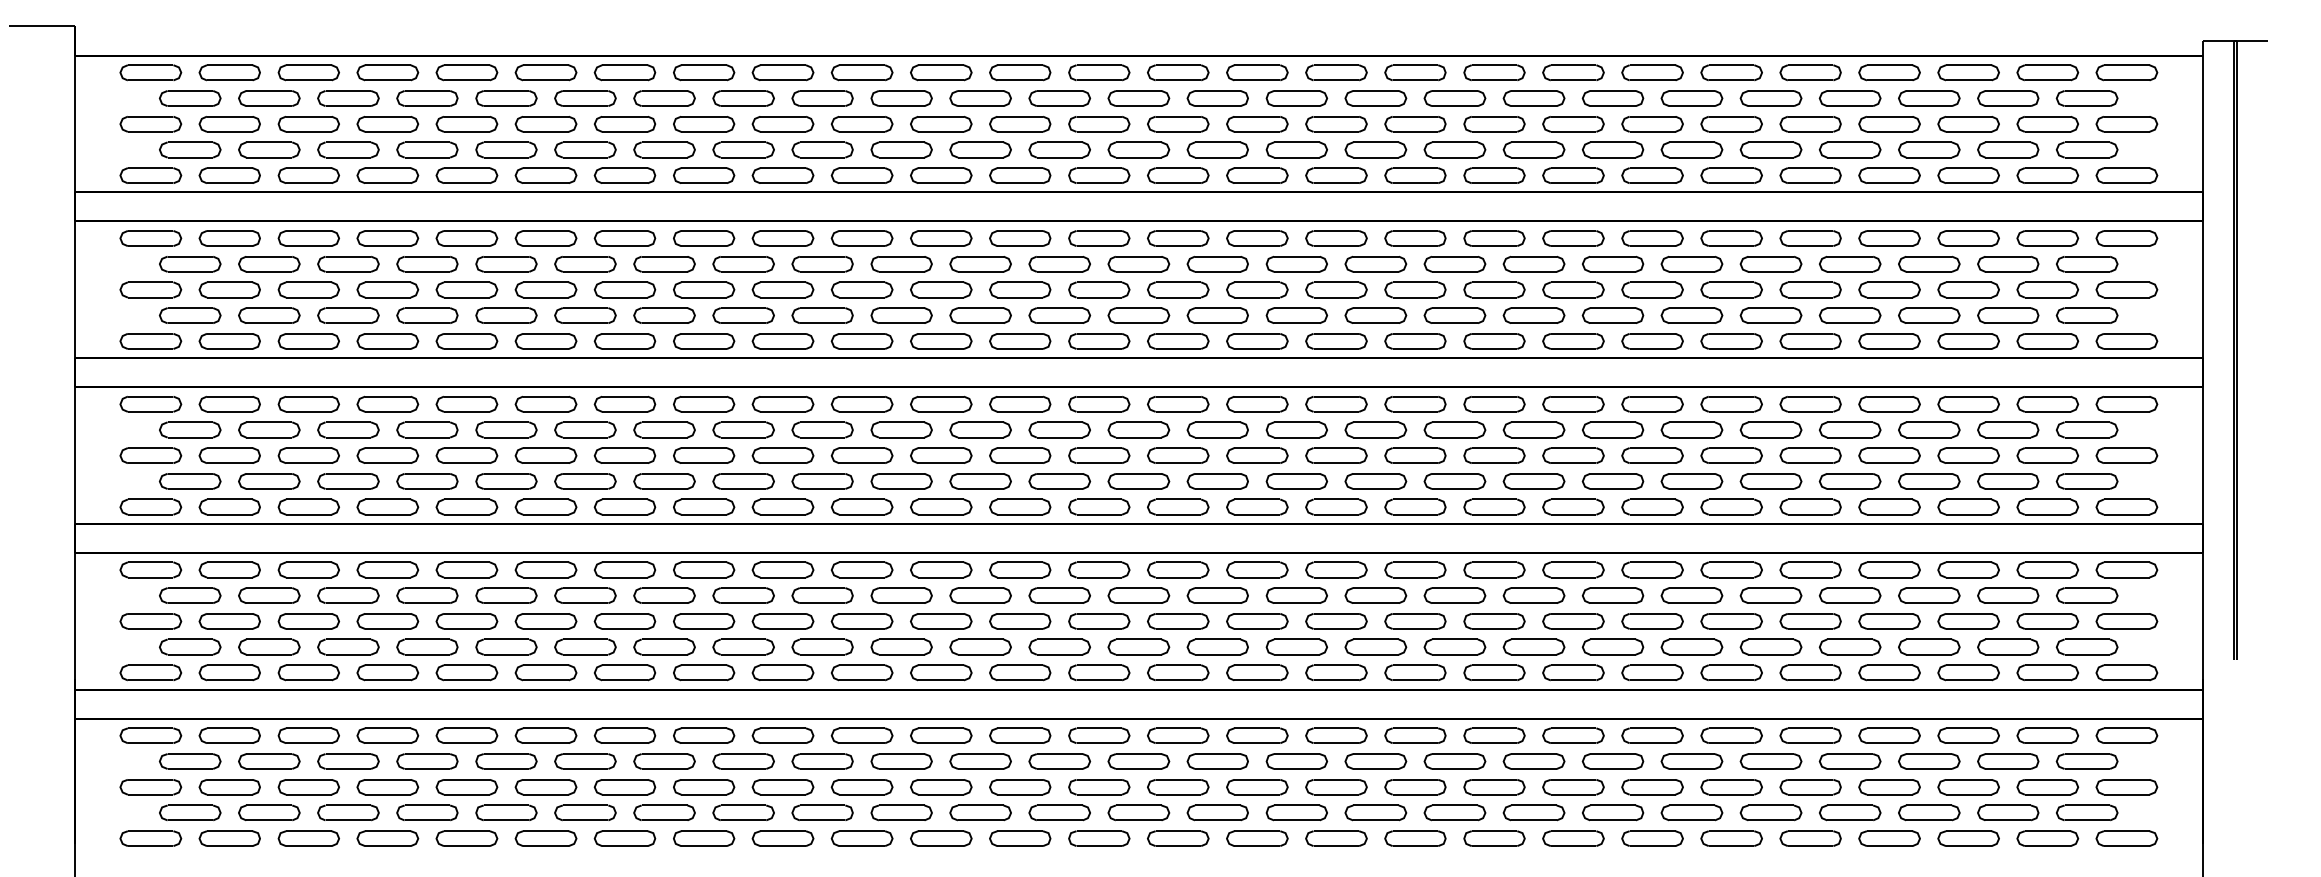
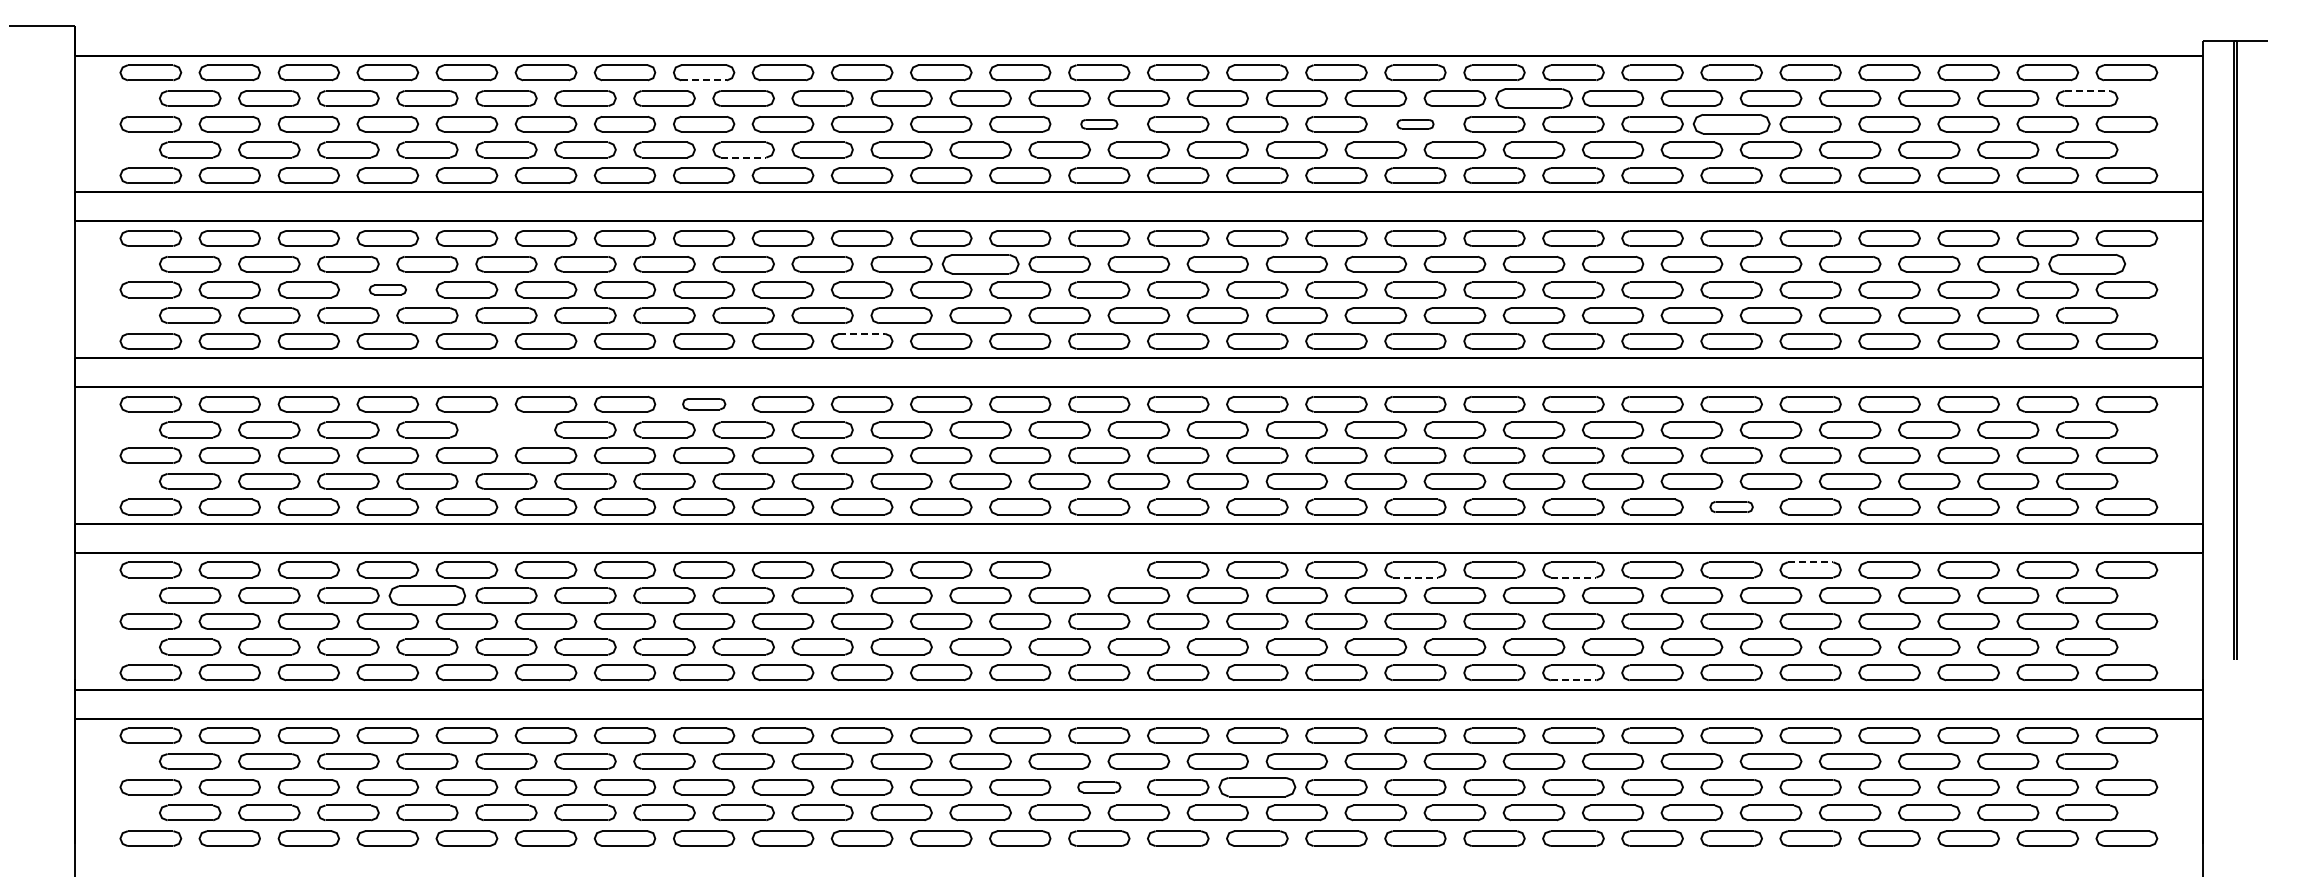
line at (704, 80): solid -> dashed
line at (2087, 90): solid -> dashed
part at (1533, 98) size: 64x17 px -> 78x21 px
part at (1099, 124) size: 63x17 px -> 39x11 px
part at (1415, 124) size: 63x17 px -> 39x11 px
part at (1731, 124) size: 63x17 px -> 79x21 px
line at (743, 157): solid -> dashed
part at (980, 263) size: 63x18 px -> 79x21 px
part at (2086, 264) size: 64x17 px -> 79x21 px
part at (387, 289) size: 64x18 px -> 39x12 px
line at (862, 333): solid -> dashed
part at (704, 403) size: 63x18 px -> 45x13 px
part at (506, 429): present -> none
part at (1731, 506) size: 63x18 px -> 45x12 px
line at (1810, 562): solid -> dashed
part at (1099, 569): present -> none
line at (1415, 577): solid -> dashed
line at (1573, 577): solid -> dashed
part at (427, 595) size: 63x17 px -> 78x21 px
line at (1573, 680): solid -> dashed
part at (1099, 787) size: 63x17 px -> 45x13 px
part at (1257, 787) size: 63x17 px -> 79x21 px
